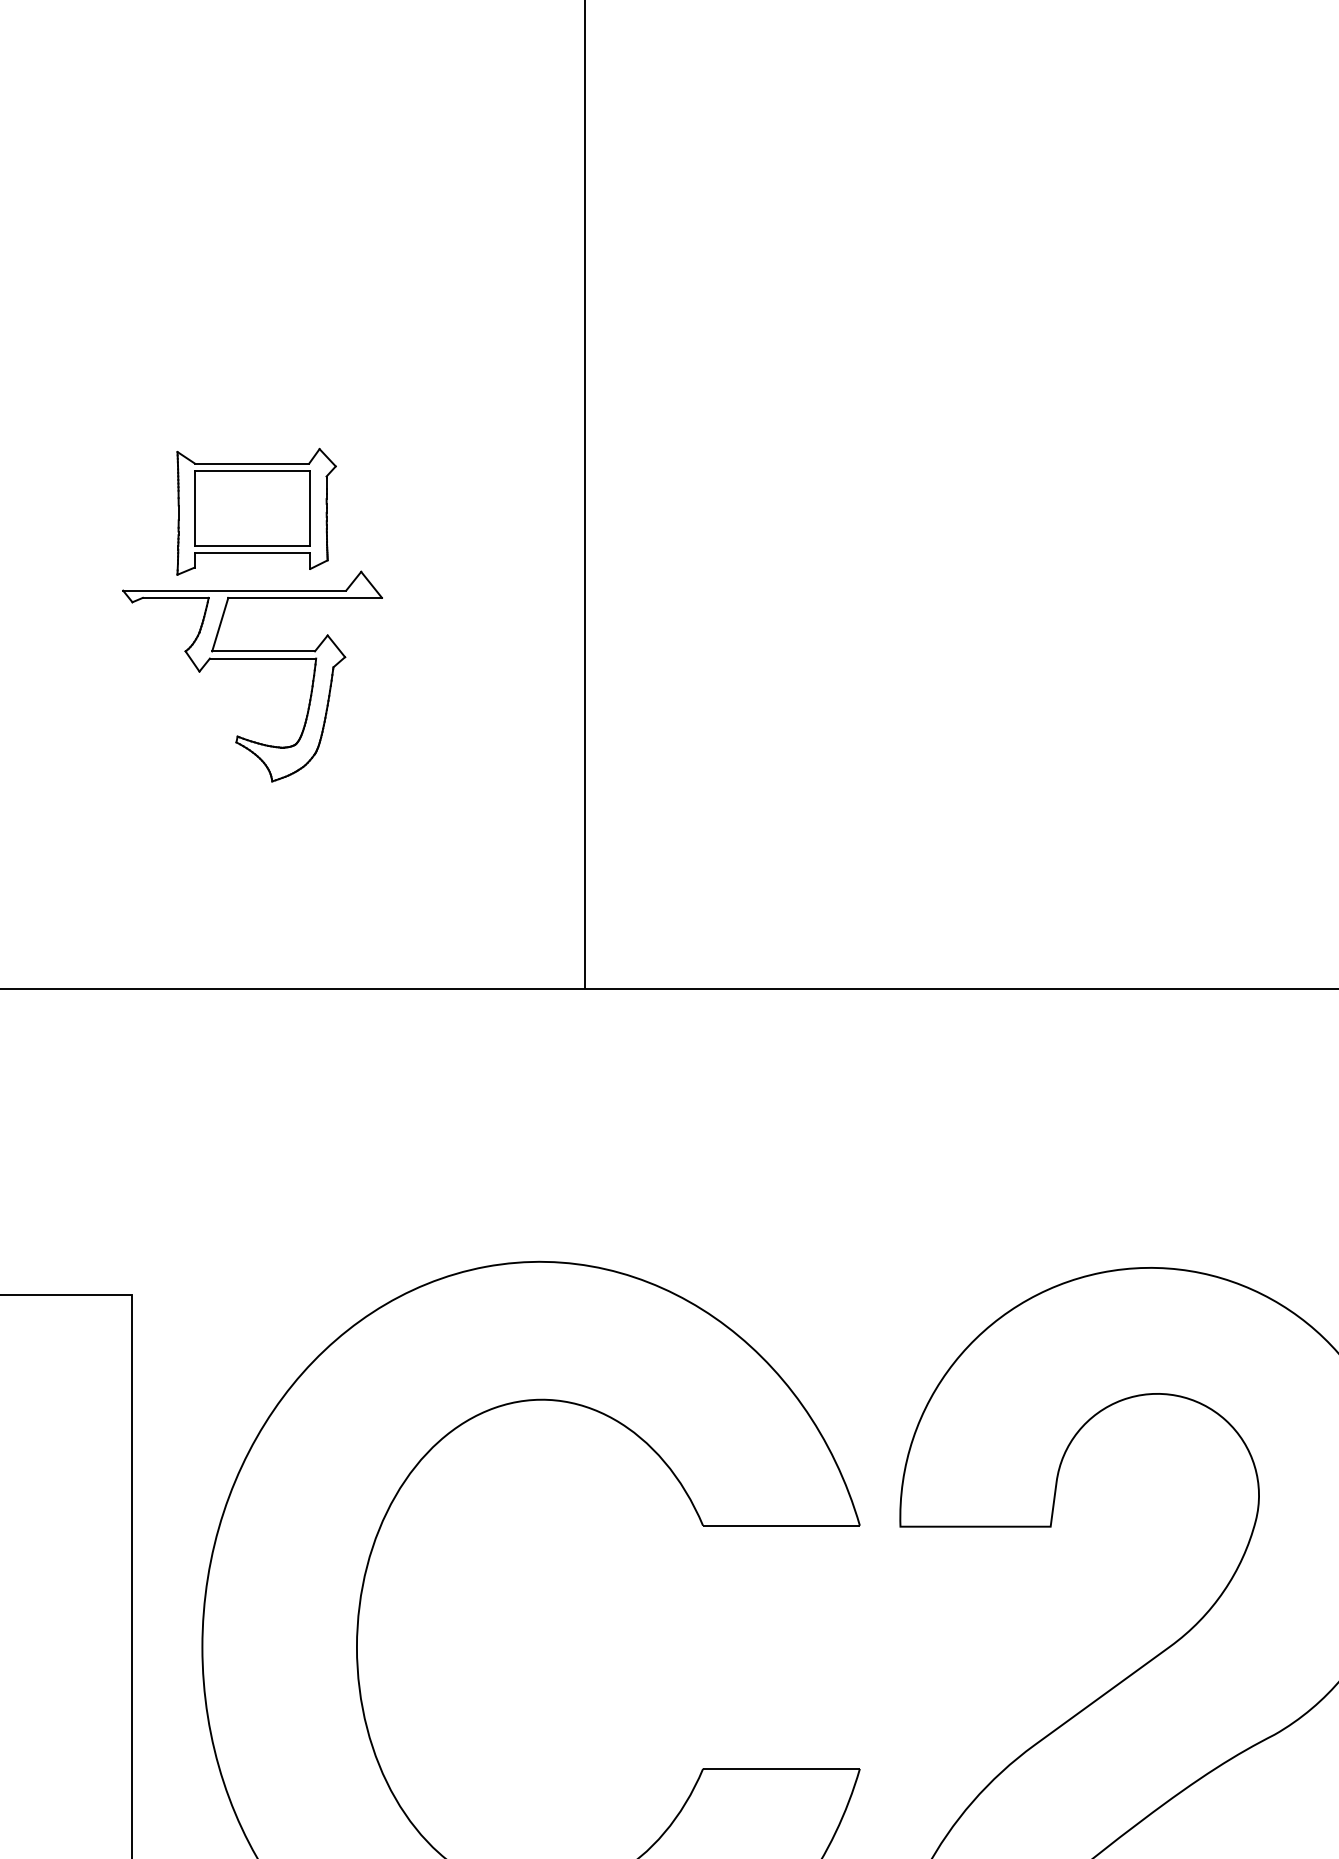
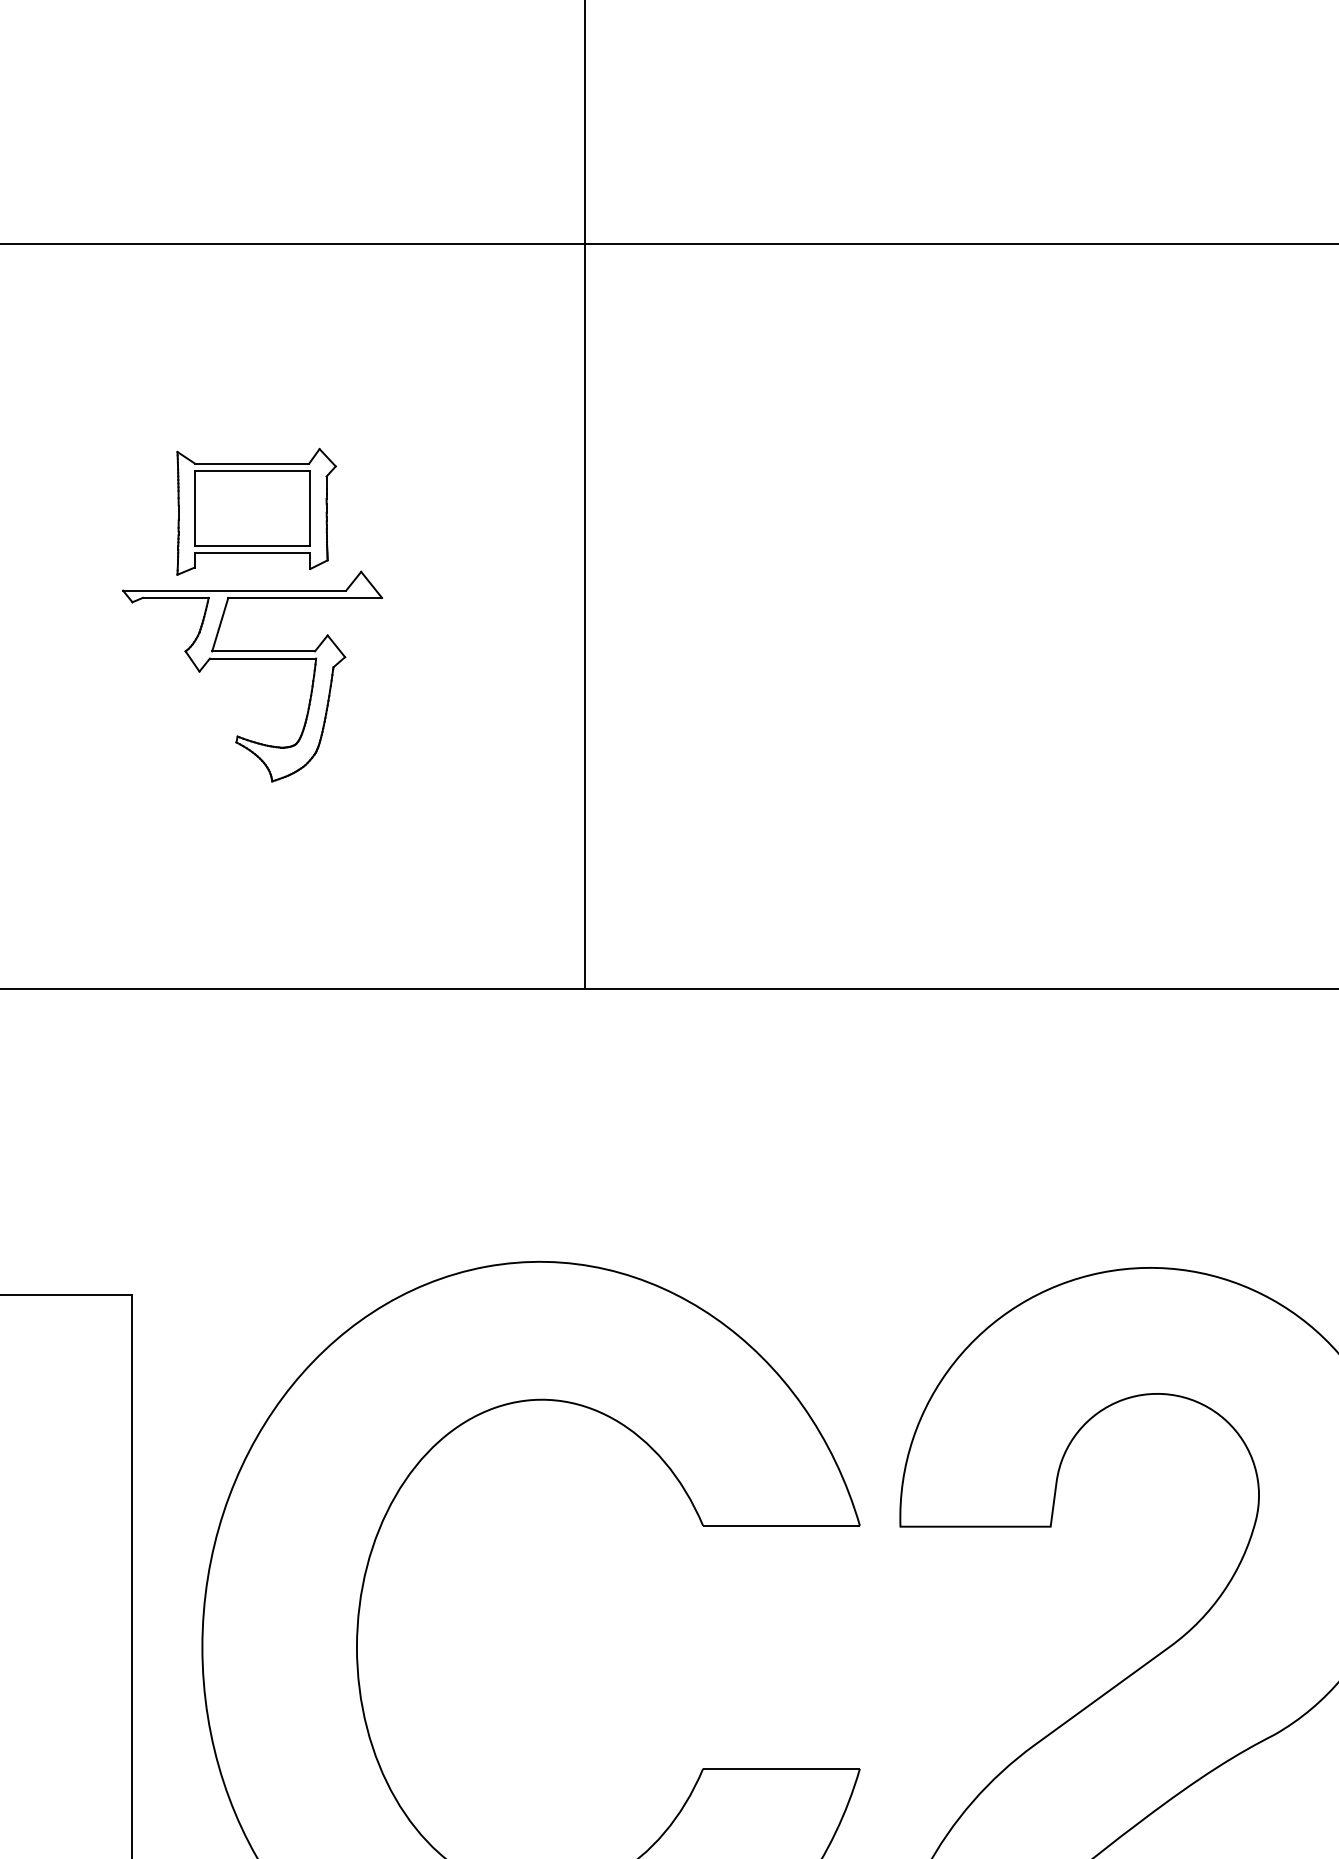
line at (668, 243): none -> present
